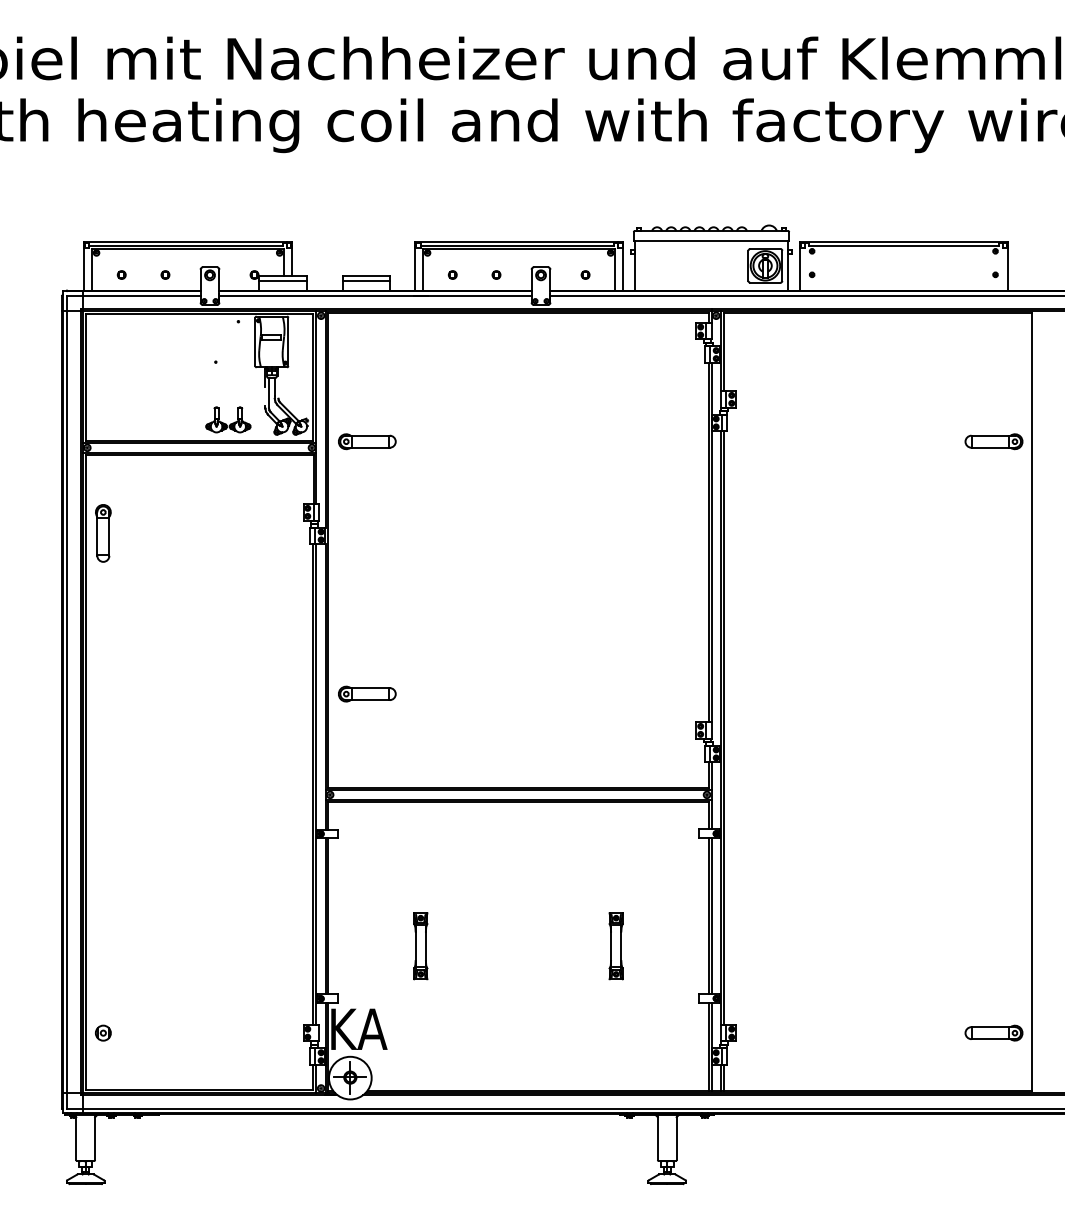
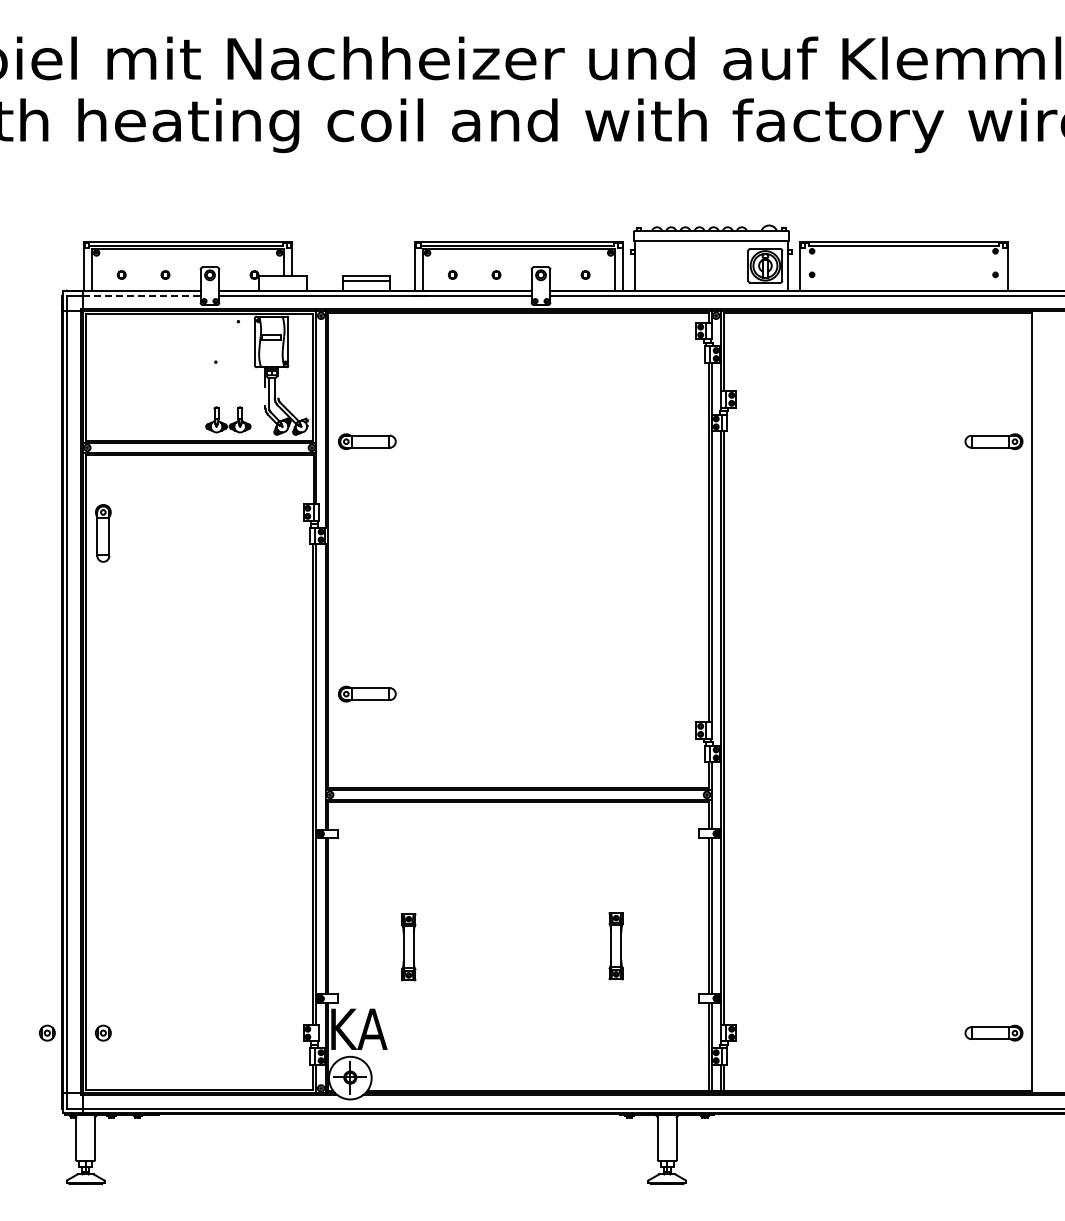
line at (282, 280): present -> none
line at (141, 295): solid -> dashed
part at (420, 946) position: (420, 946) -> (408, 947)
part at (47, 1032): none -> present
